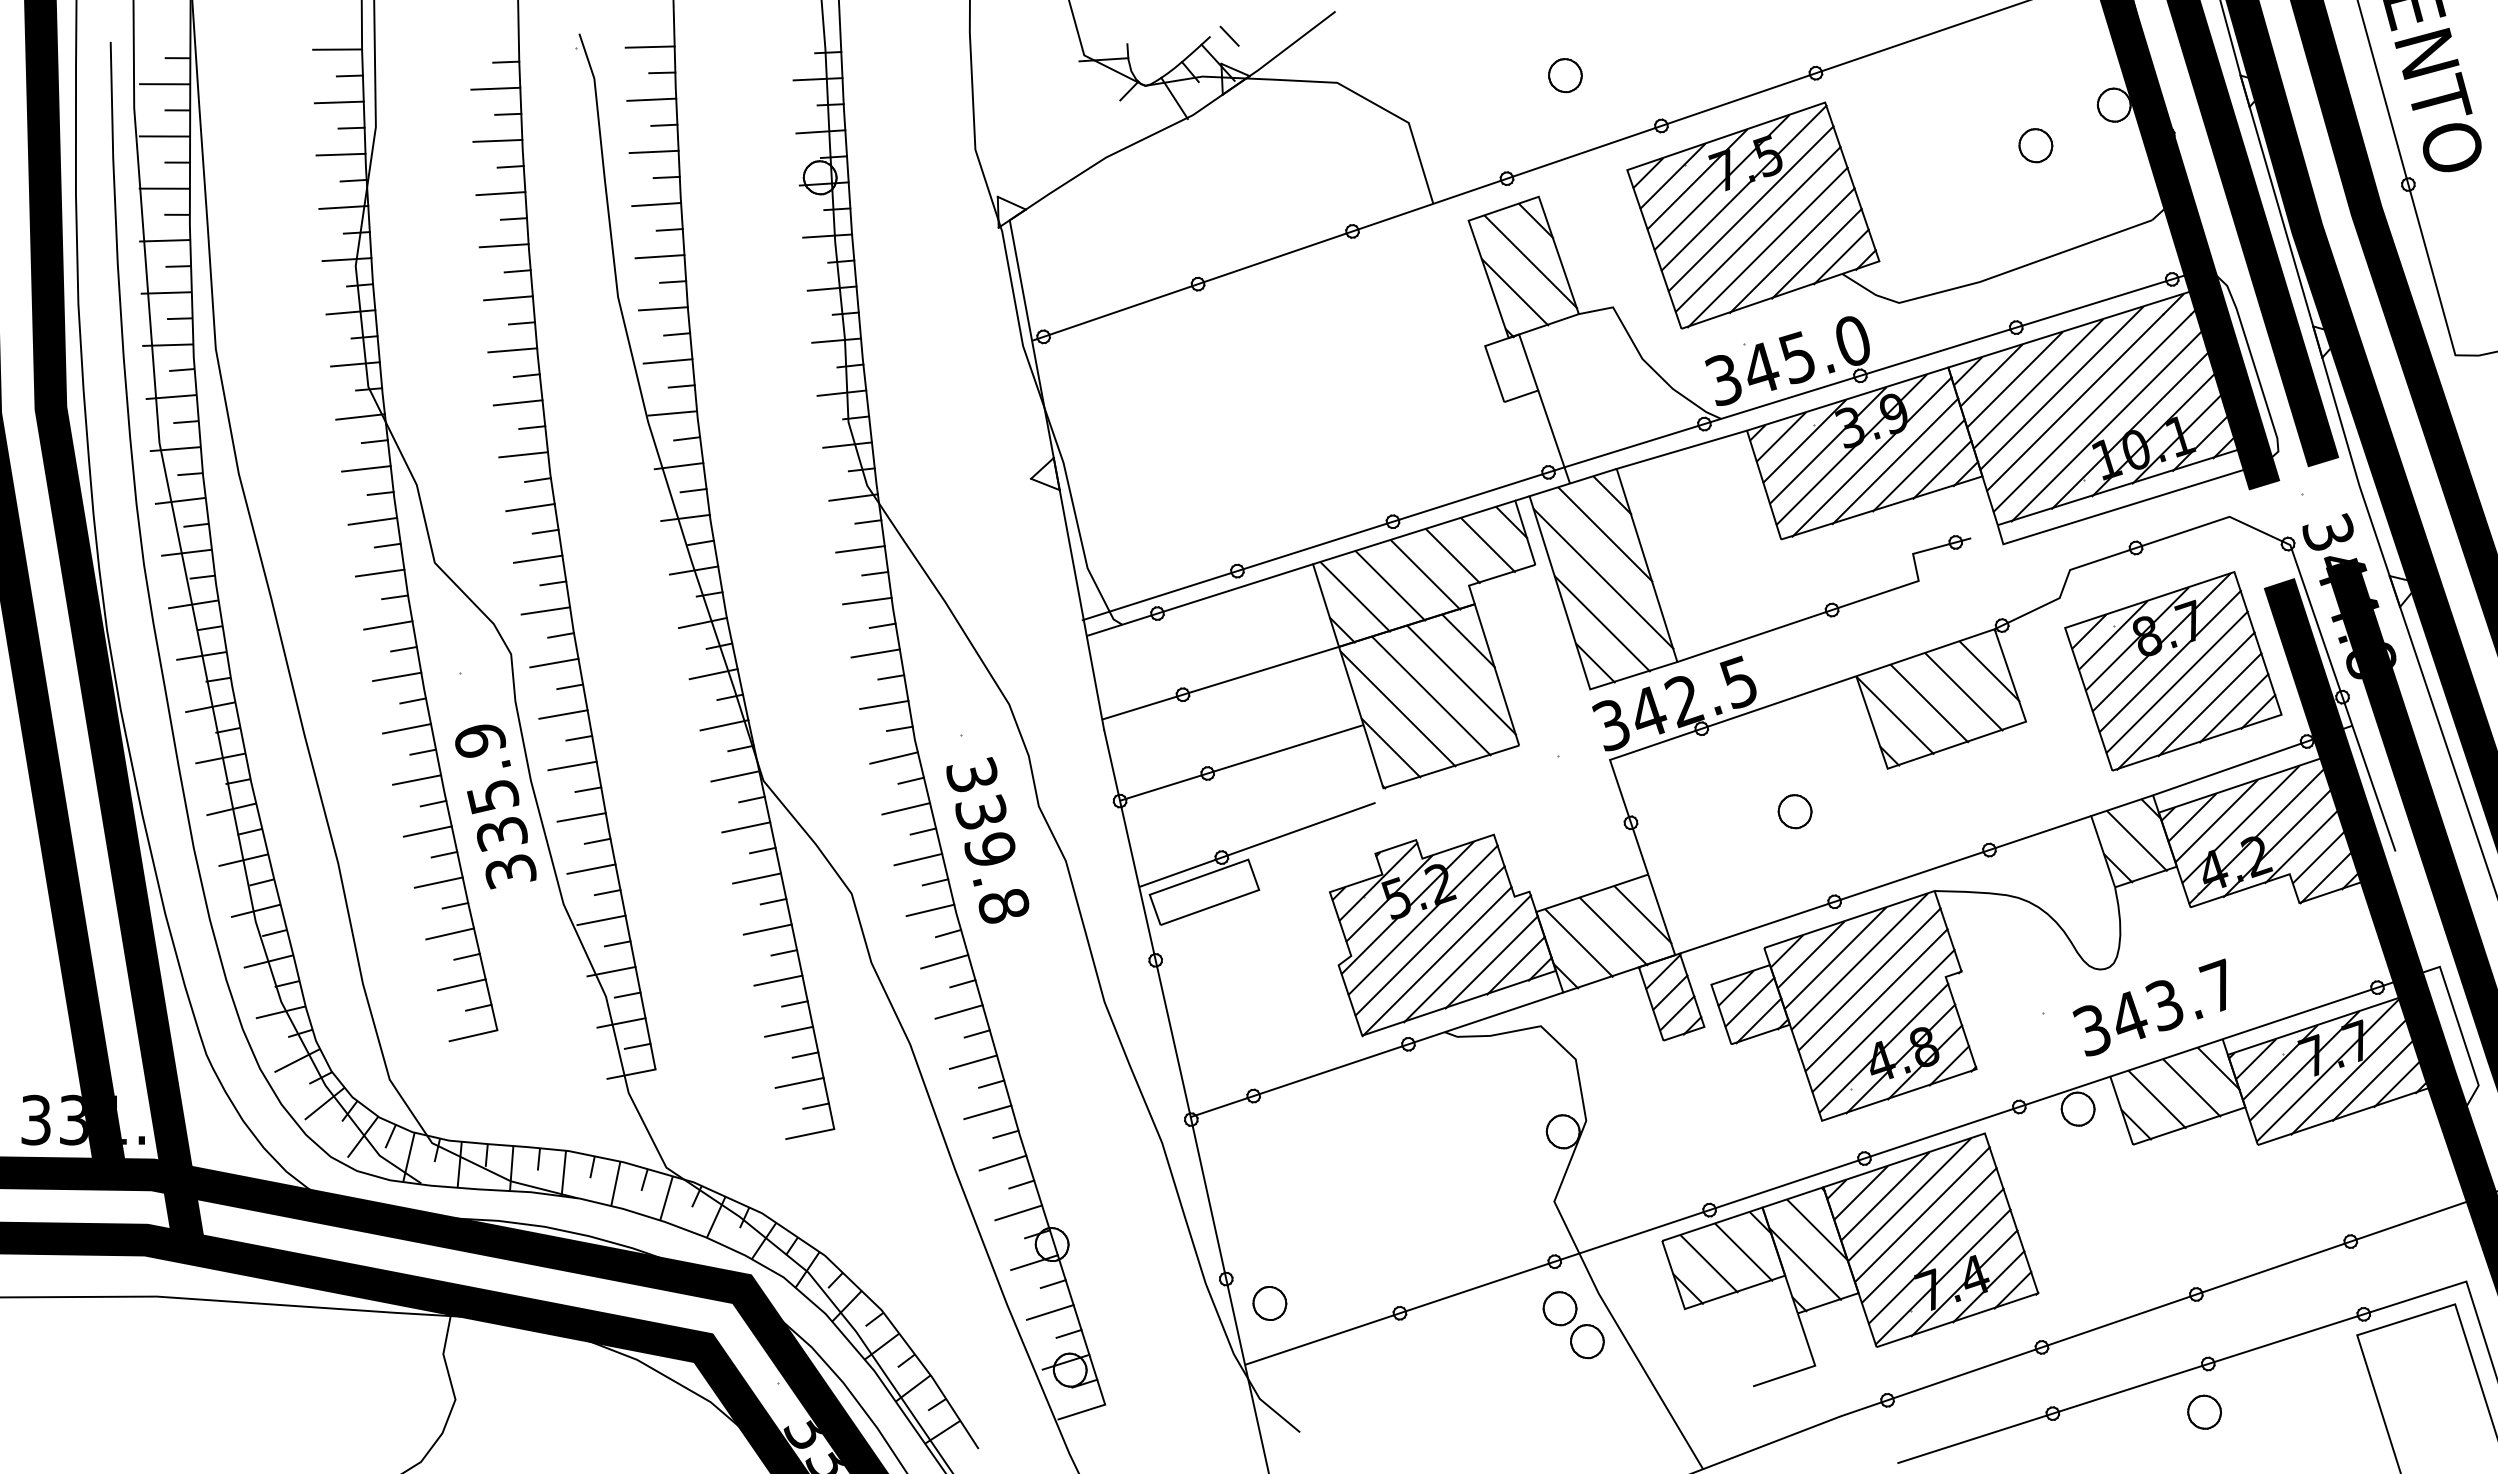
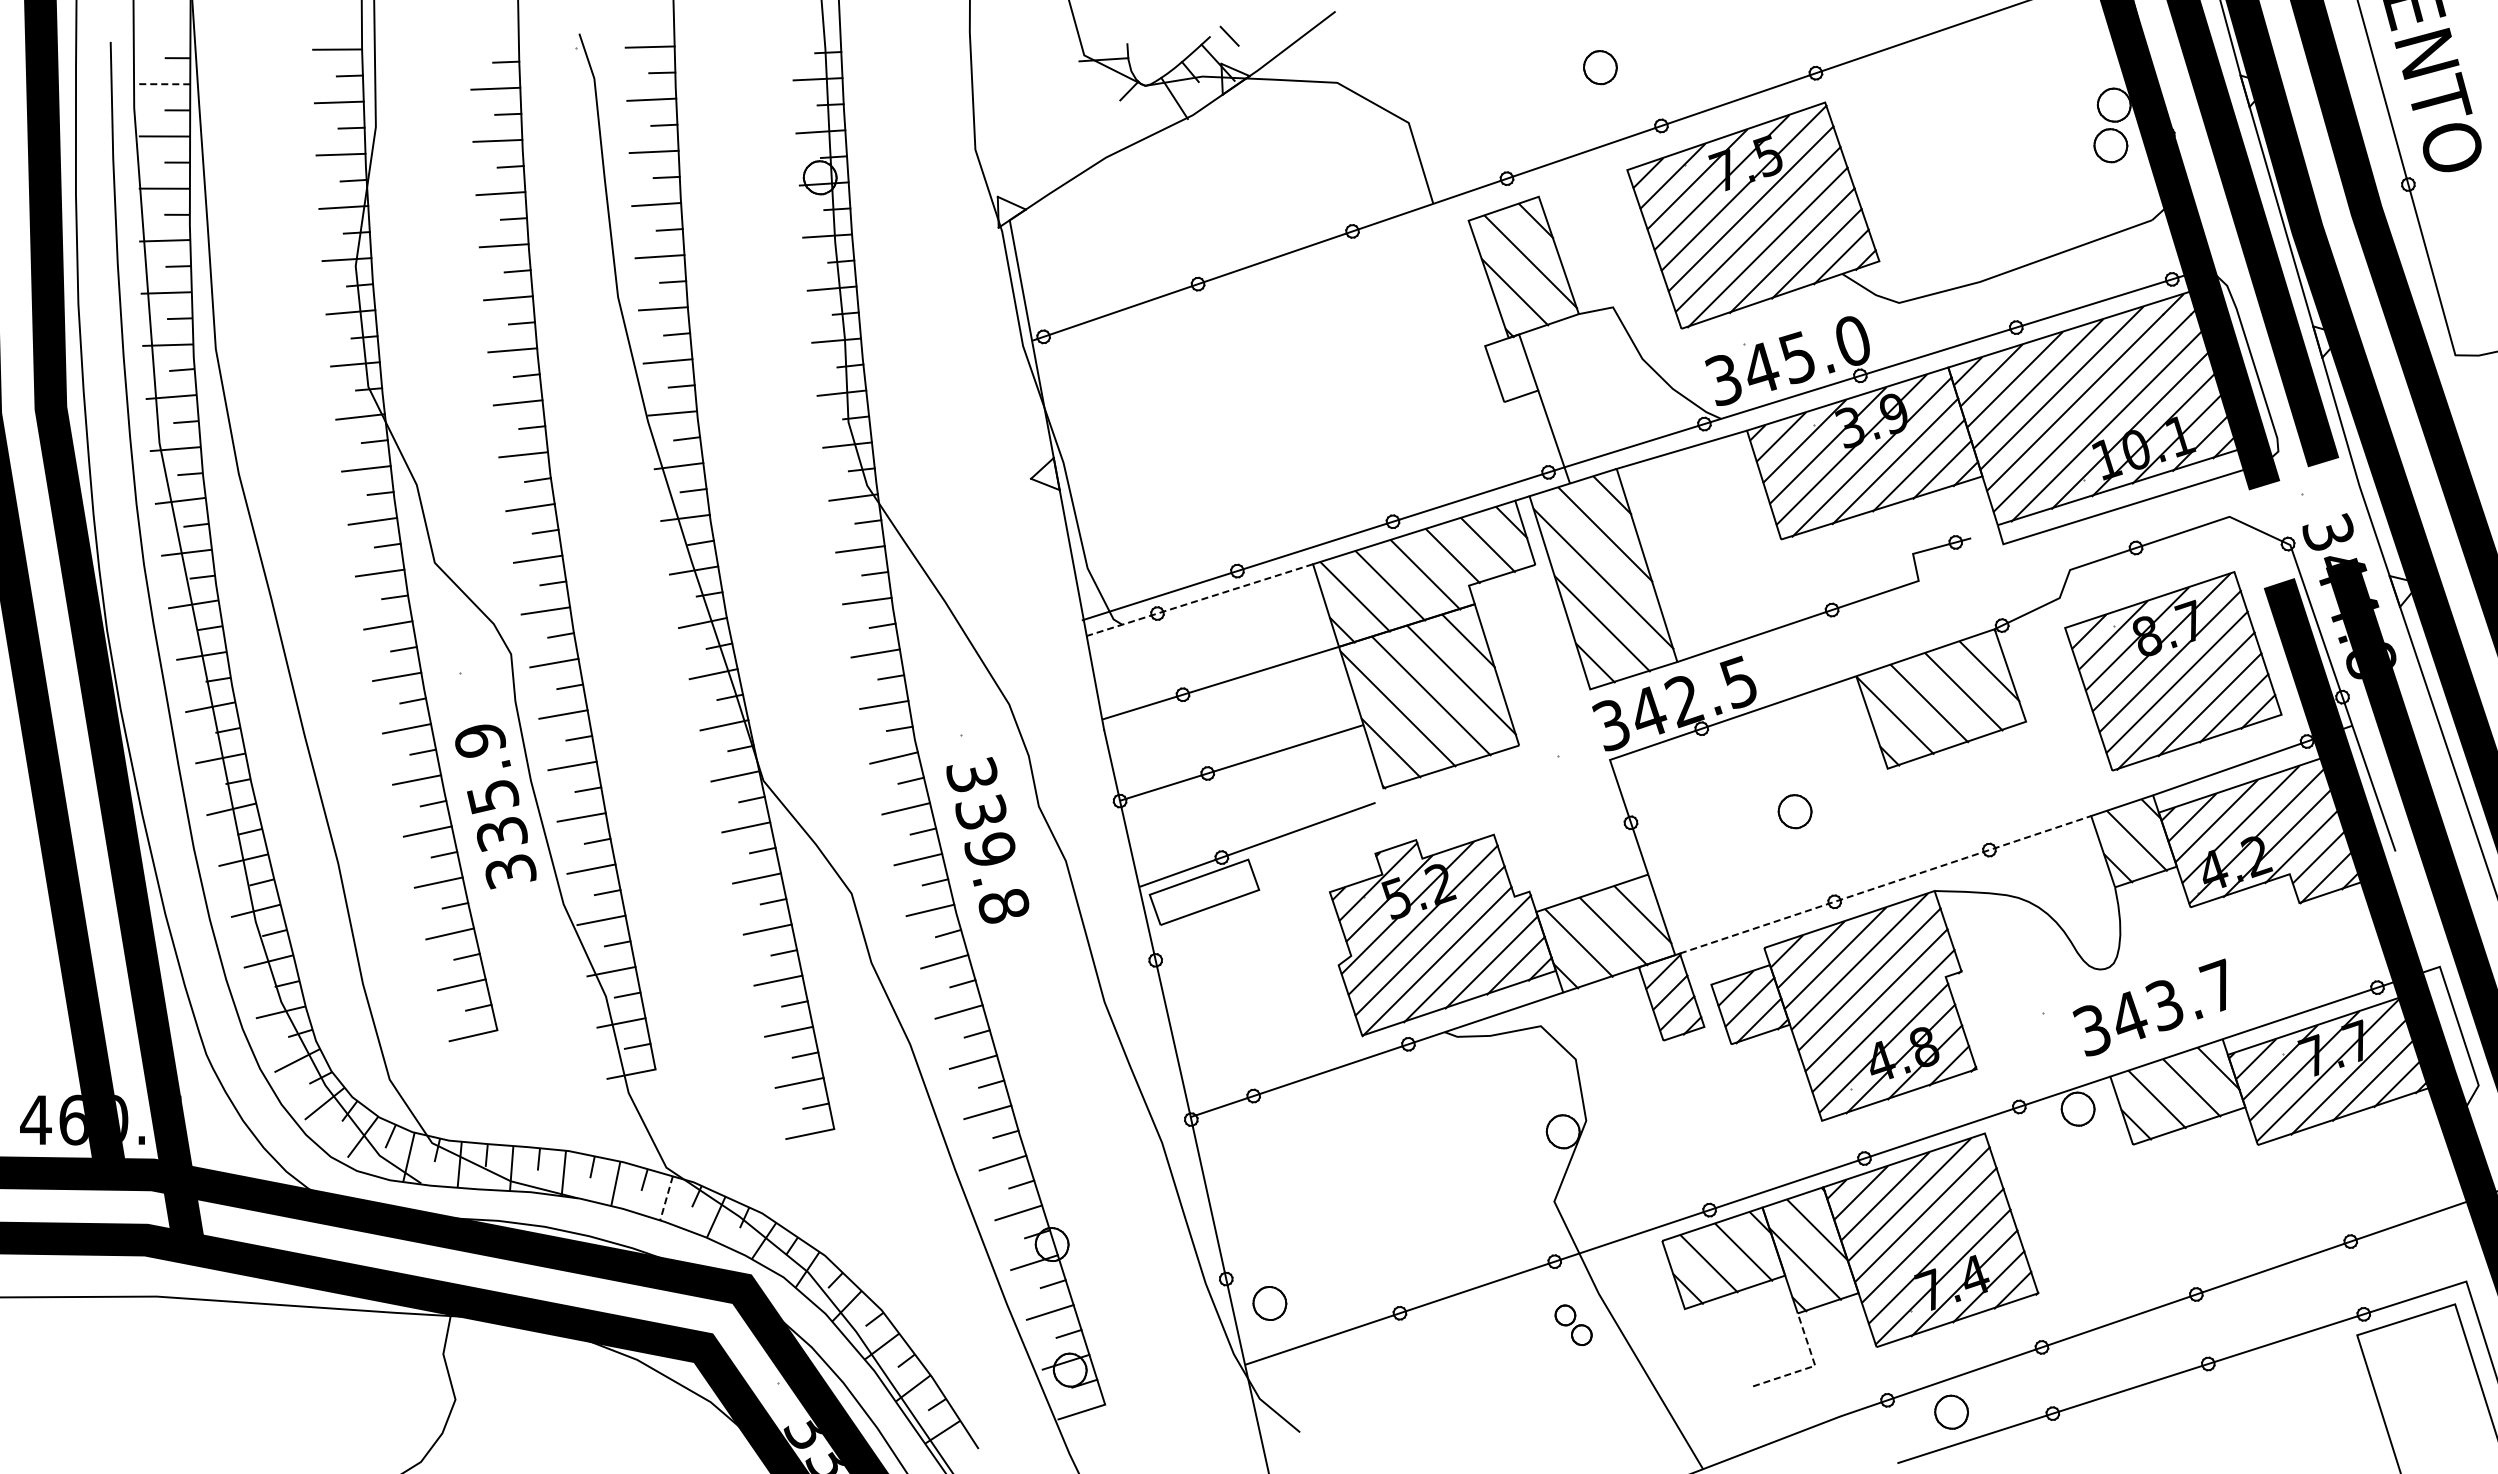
part at (1565, 75) position: (1565, 75) -> (1600, 67)
line at (164, 84): solid -> dashed
part at (2035, 145) position: (2035, 145) -> (2110, 145)
line at (1199, 600): solid -> dashed
line at (1885, 884): solid -> dashed
text at (100, 1119): 331.1 -> 460.5
line at (666, 1198): solid -> dashed
part at (1573, 1325) size: 63x69 px -> 39x43 px
line at (1811, 1366): solid -> dashed
part at (2204, 1411) position: (2204, 1411) -> (1951, 1411)
